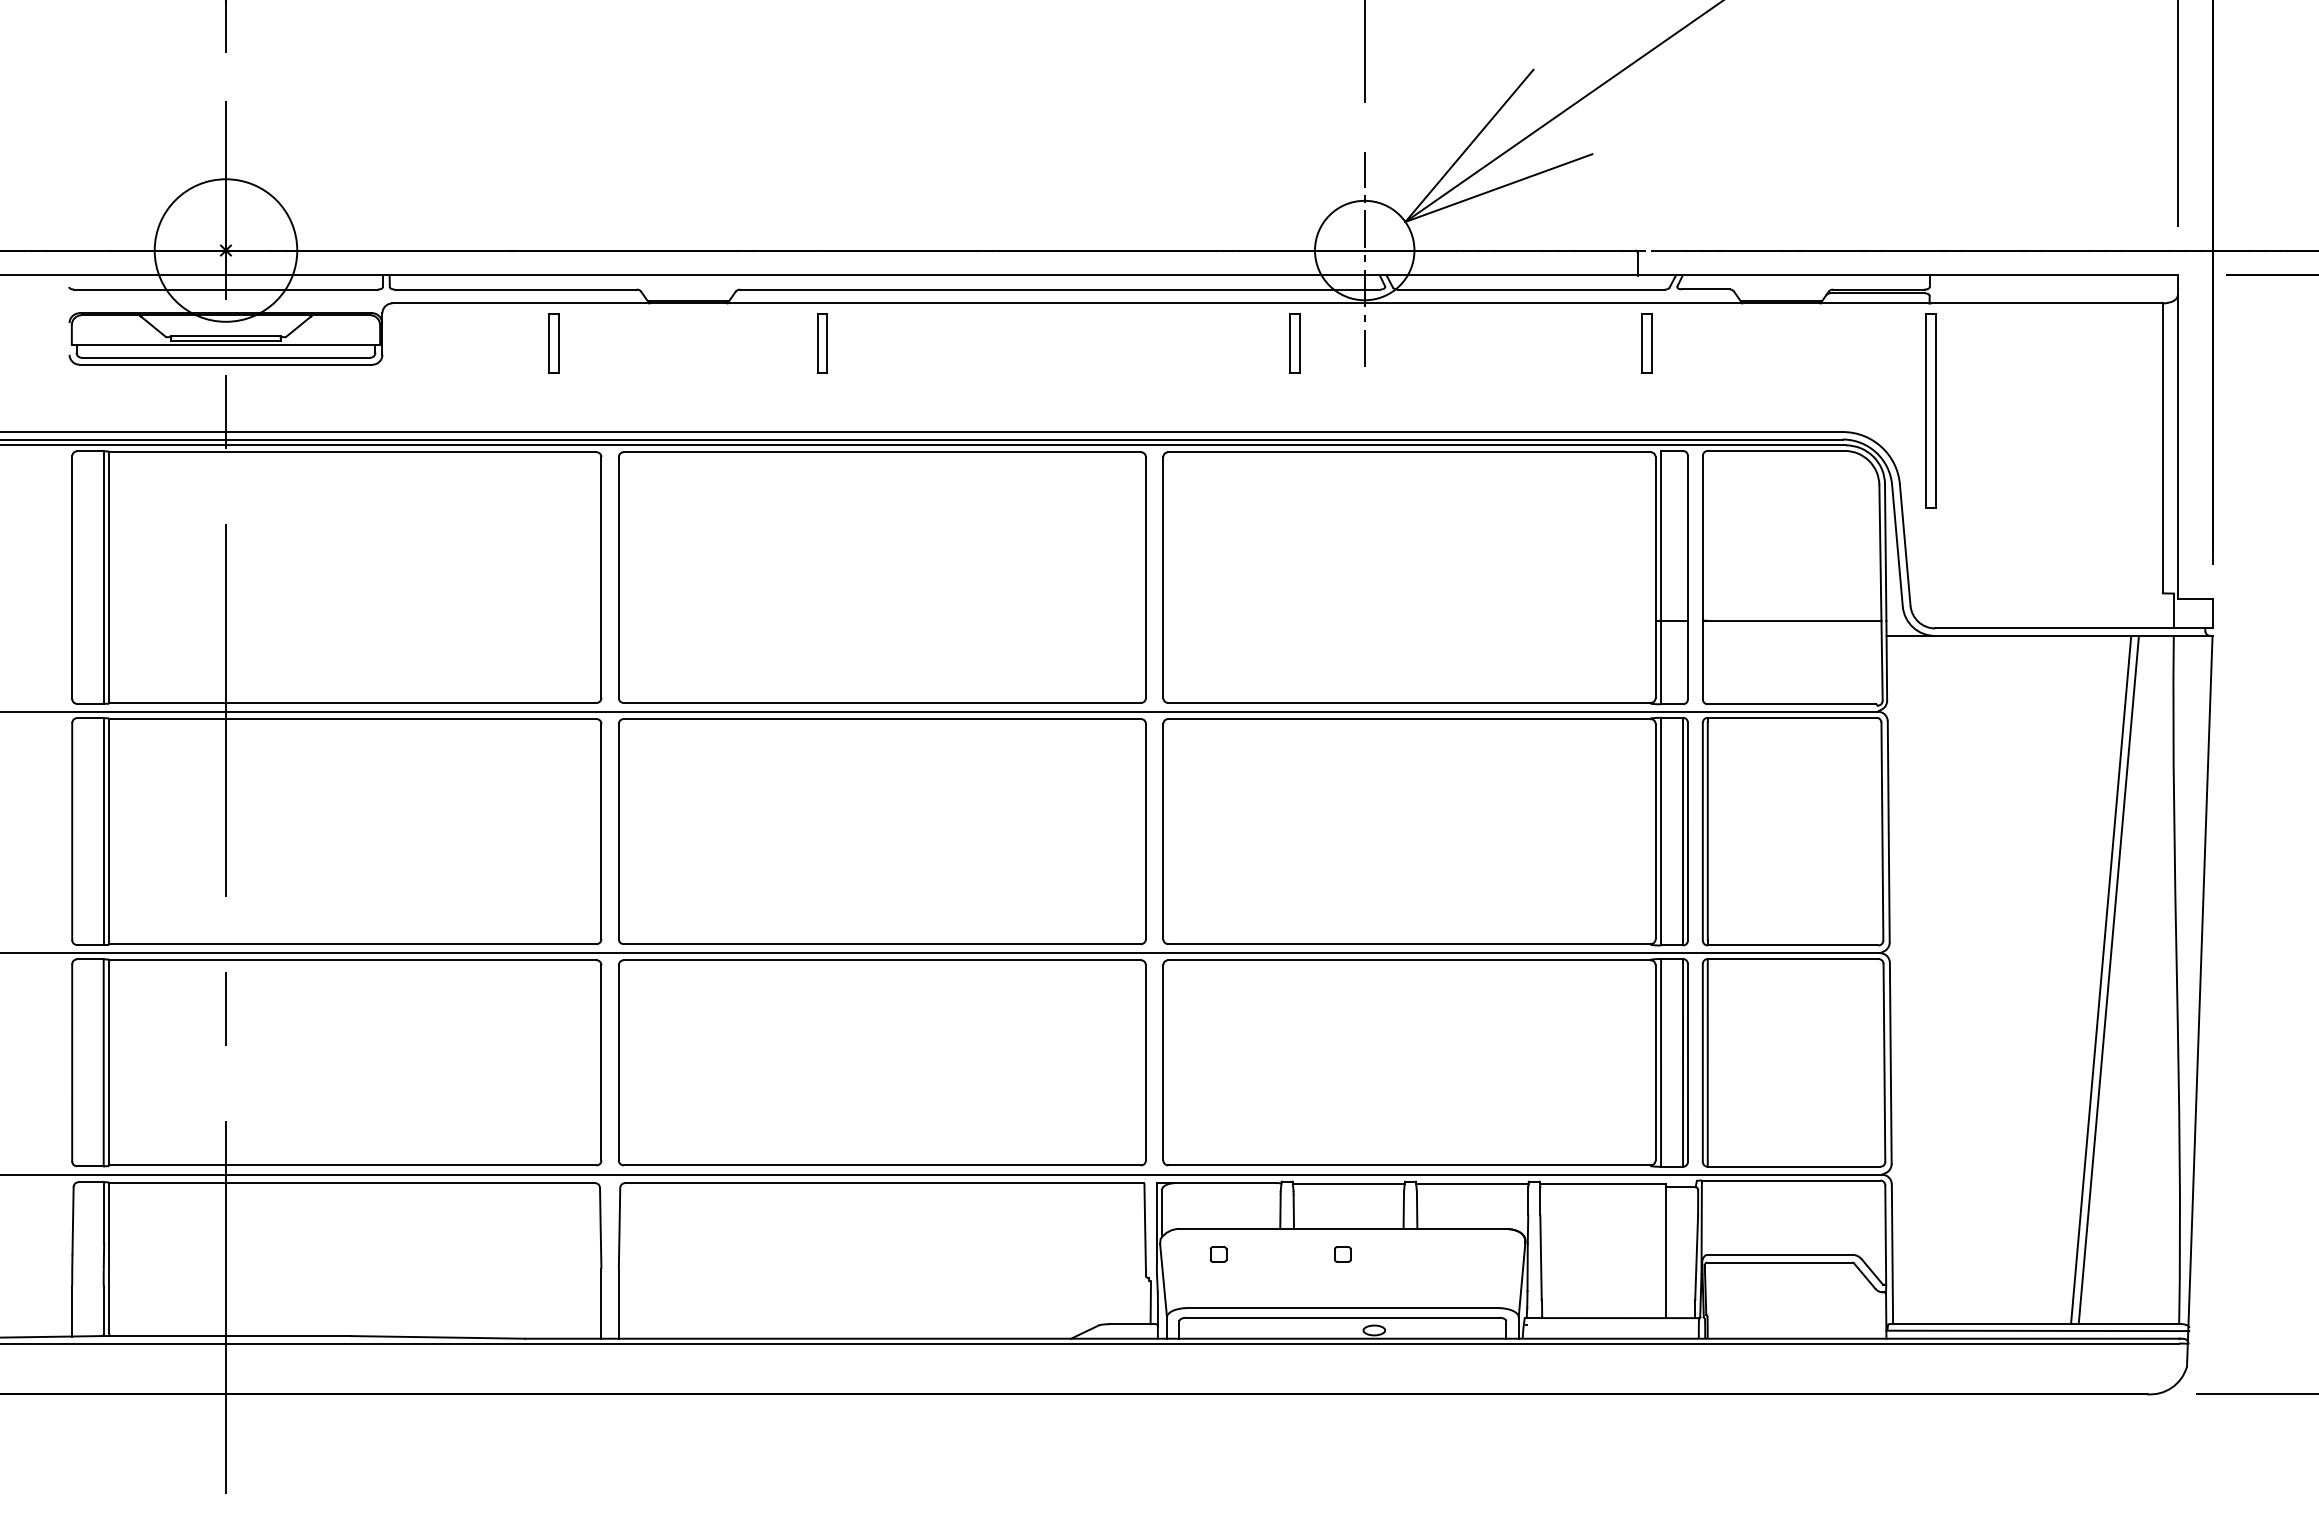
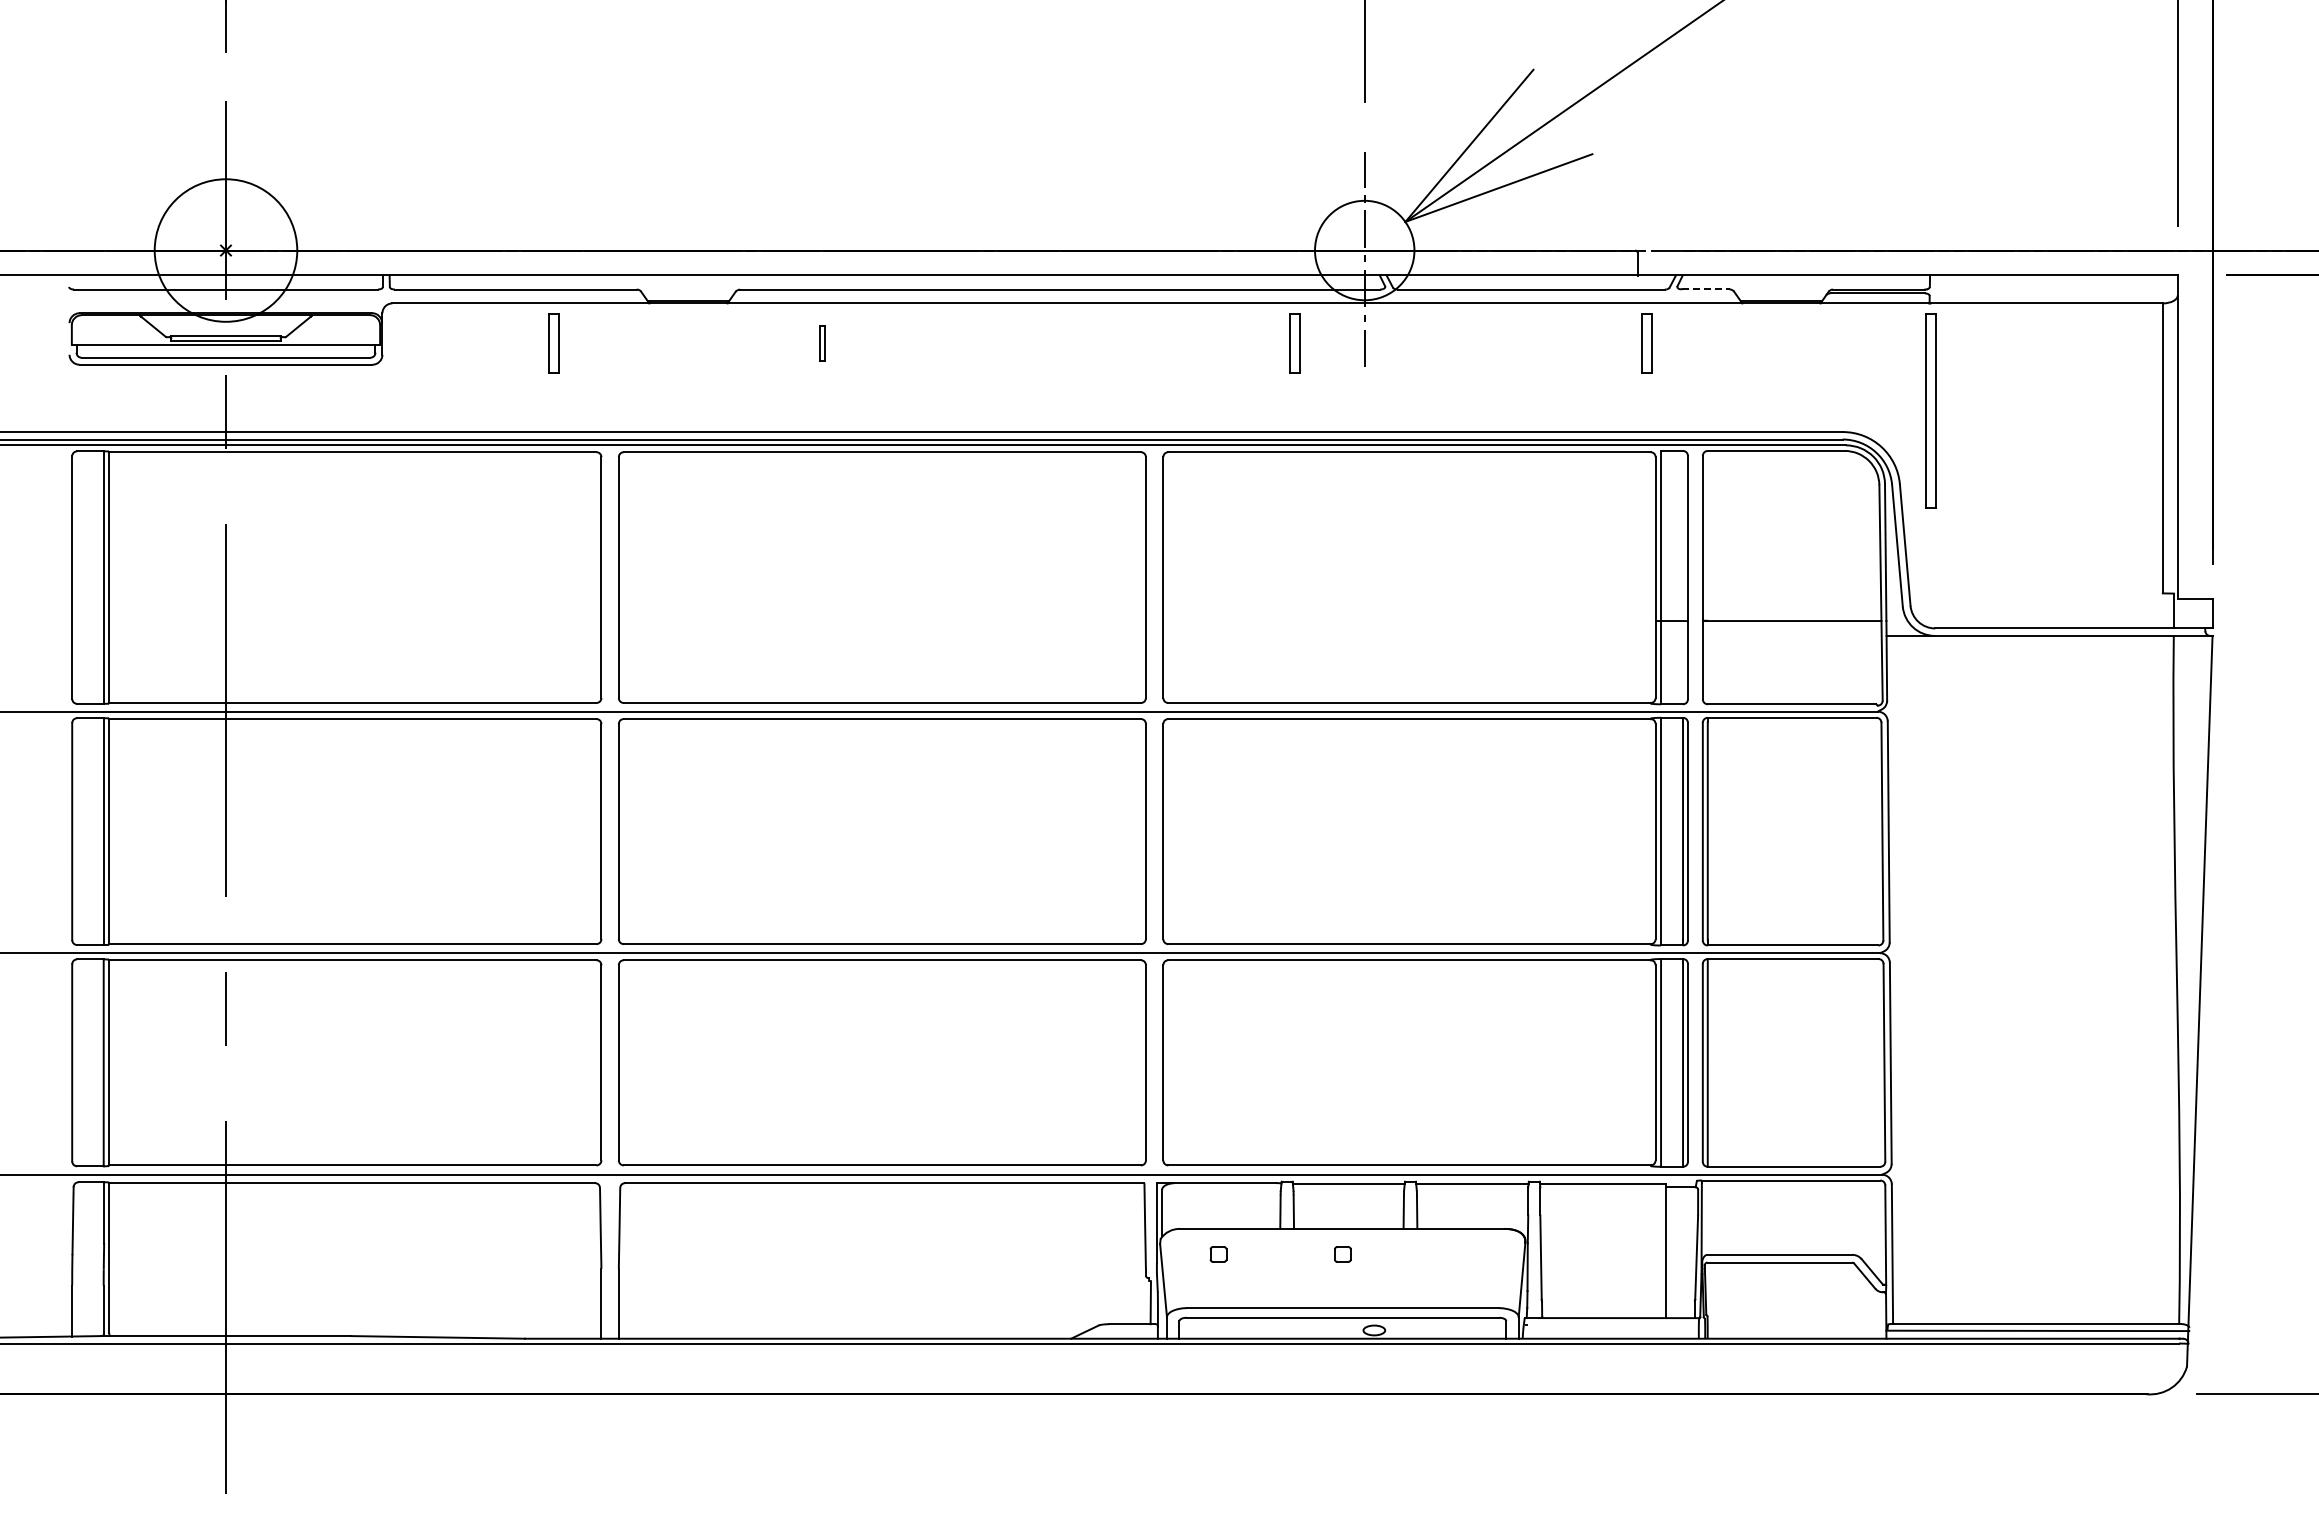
line at (1706, 289): solid -> dashed
part at (822, 343) size: 11x61 px -> 7x37 px
line at (2101, 979): present -> none
line at (2108, 979): present -> none
